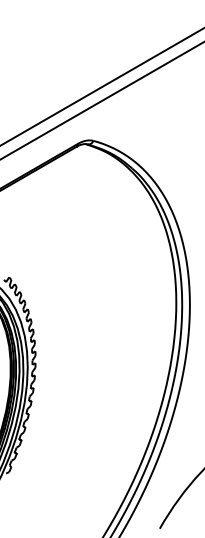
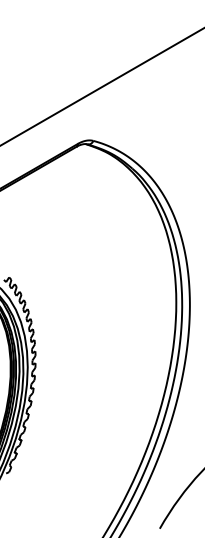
line at (101, 100): present -> none
